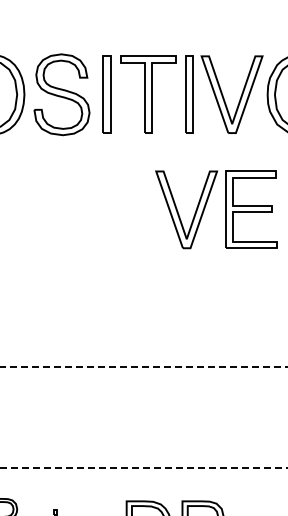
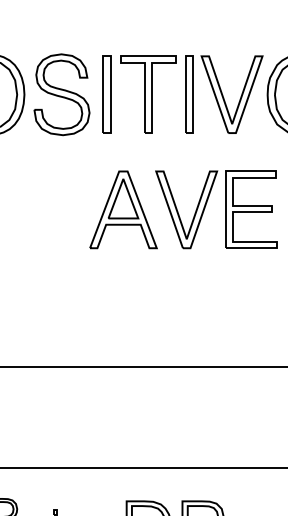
part at (123, 209): none -> present
line at (144, 366): dashed -> solid
line at (144, 468): dashed -> solid
